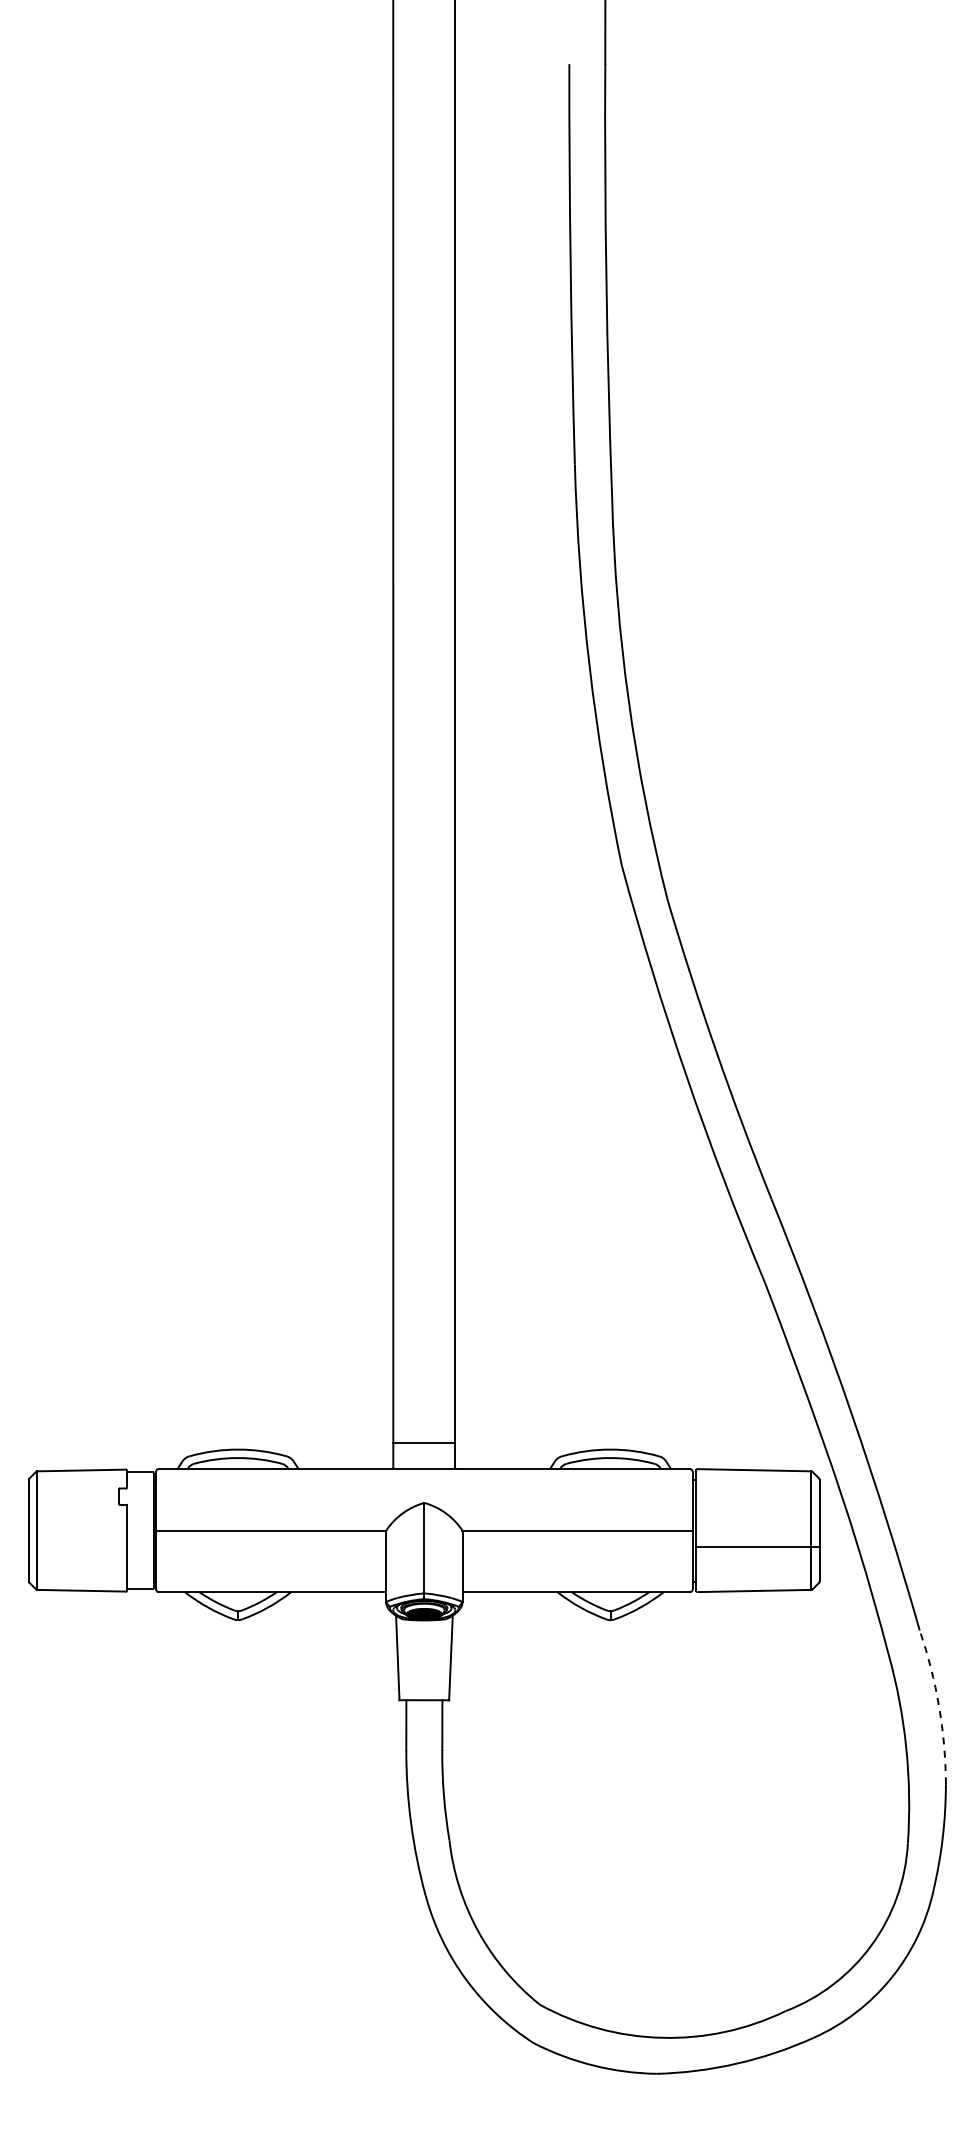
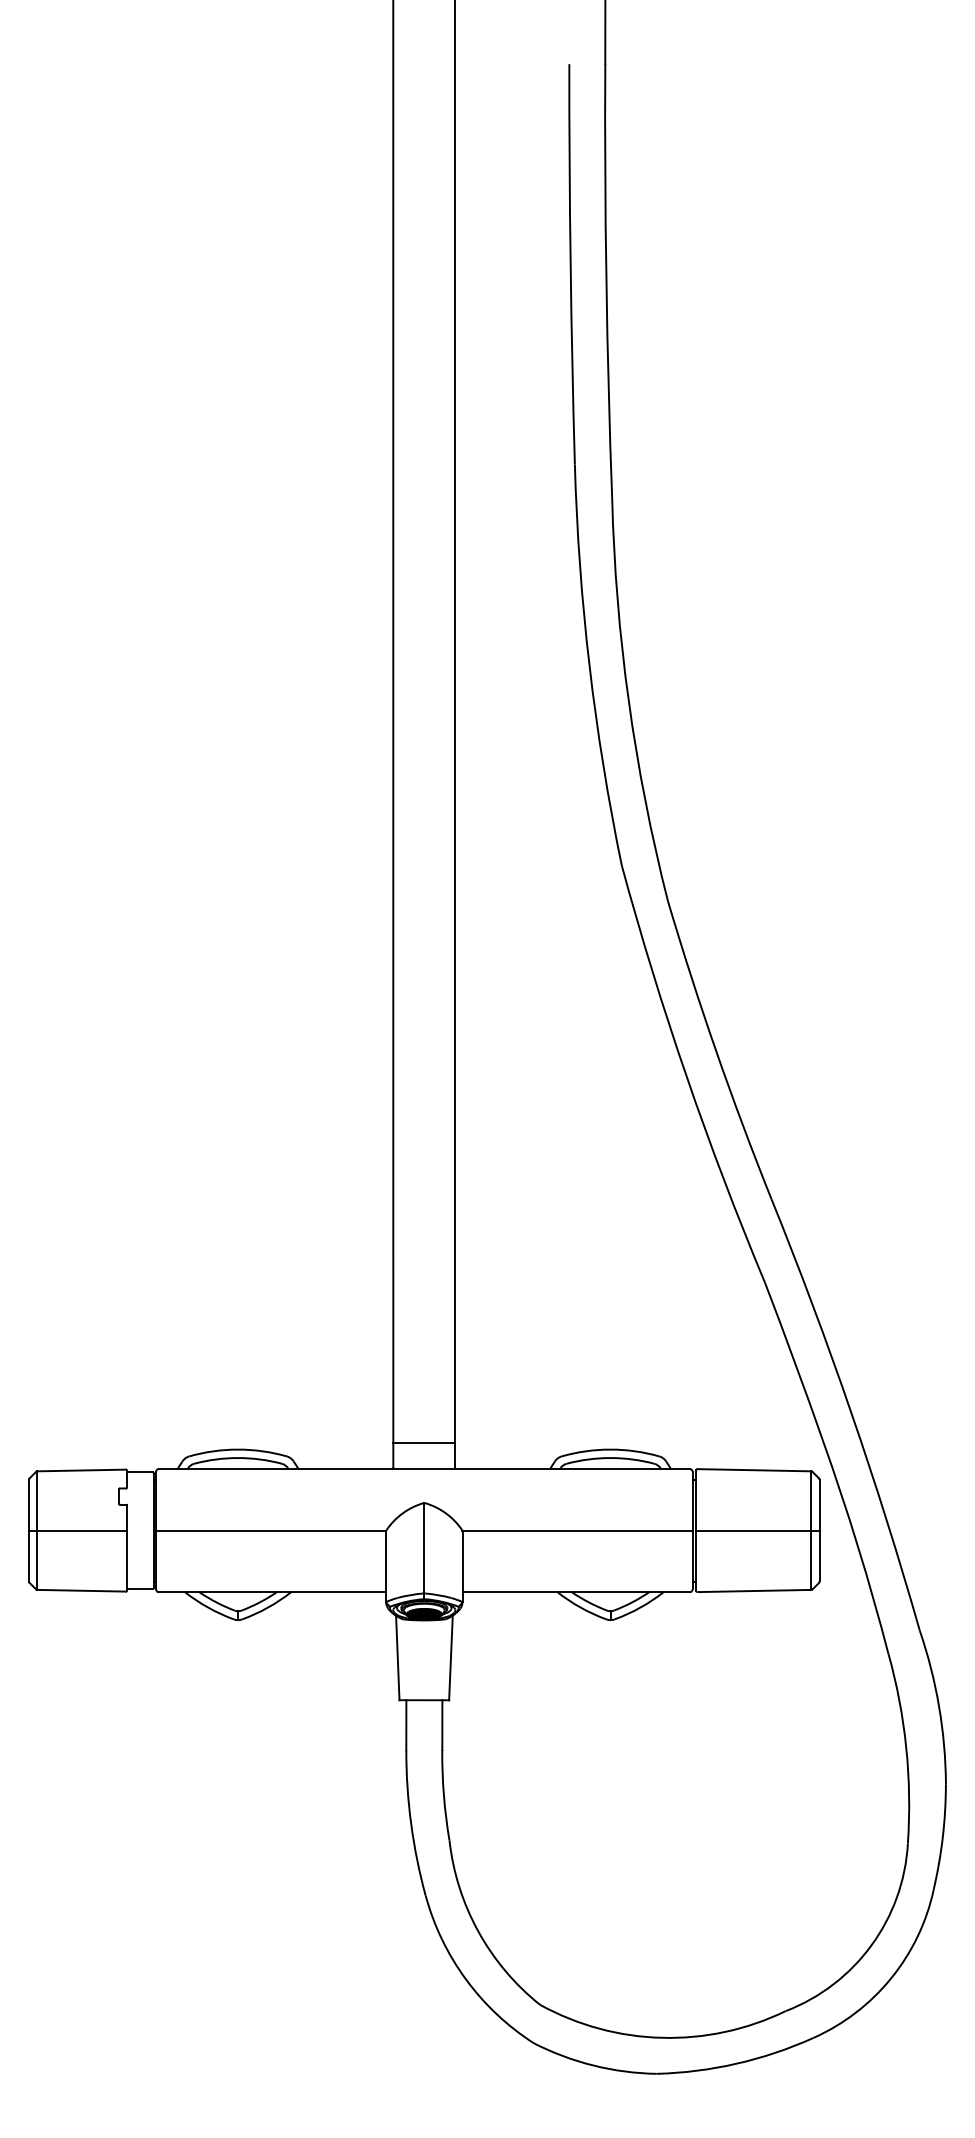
line at (78, 1530): none -> present
line at (757, 1546) position: (757, 1546) -> (757, 1530)
arc at (939, 1706): dashed -> solid
